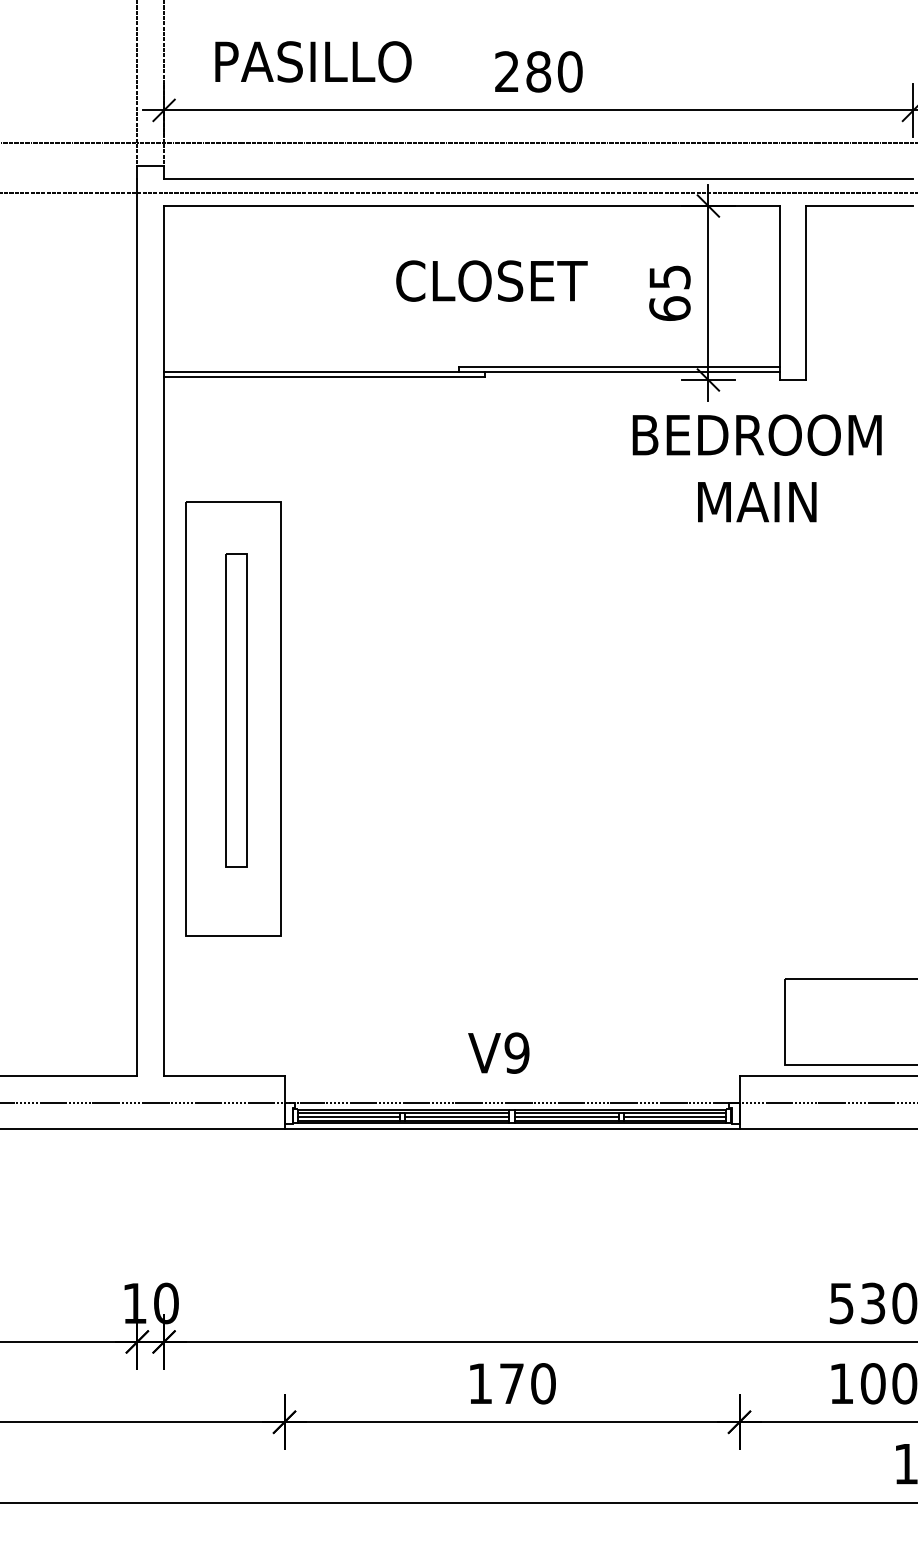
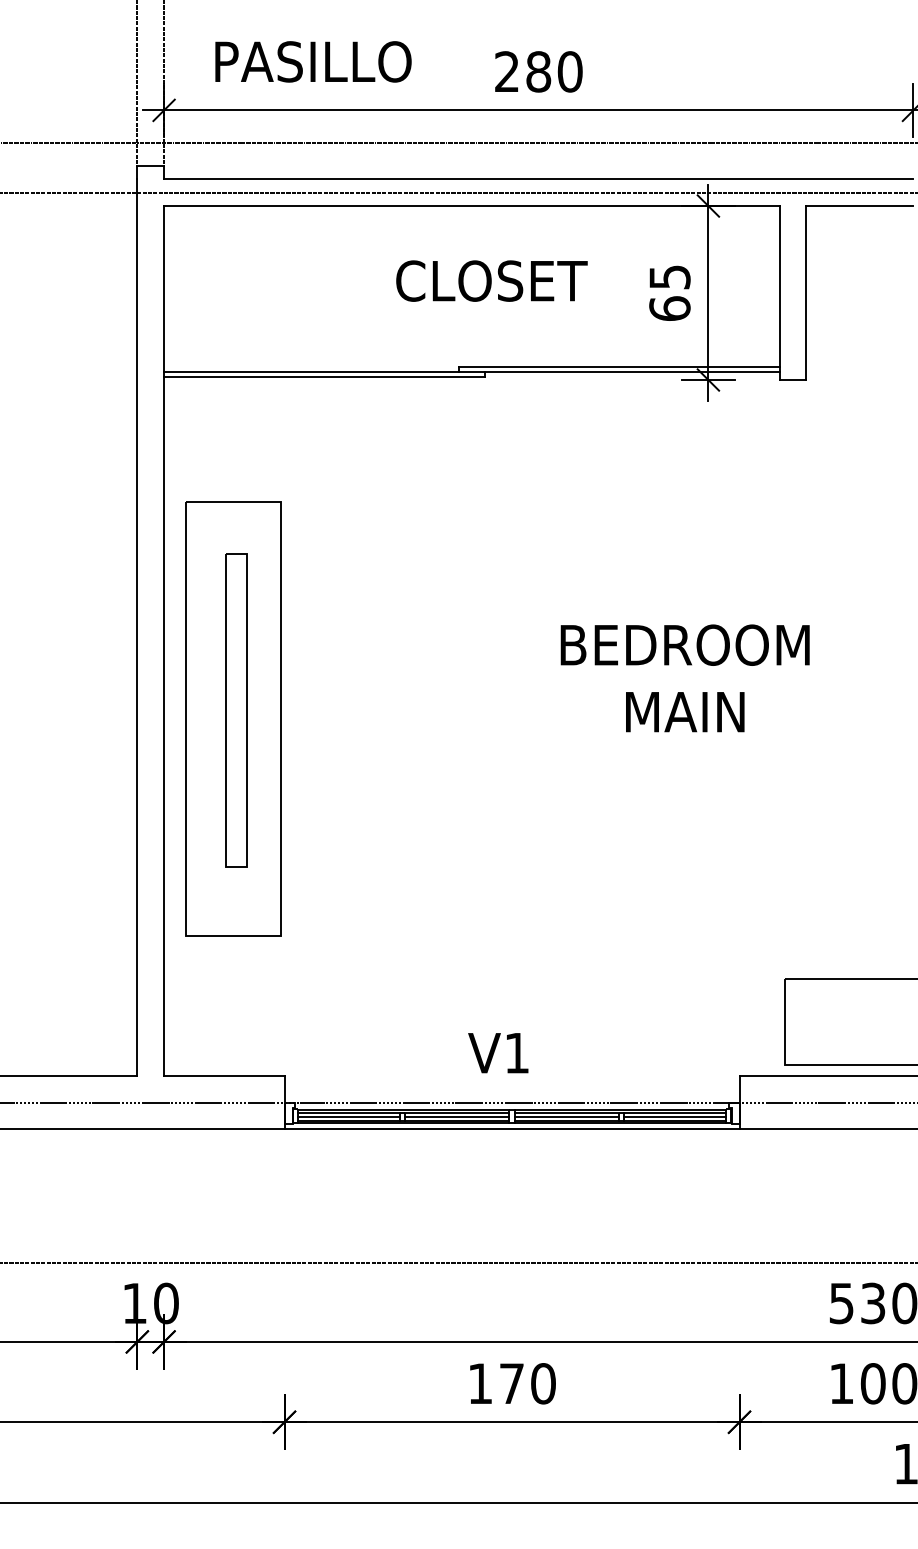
text at (756, 468) position: (756, 468) -> (684, 678)
text at (516, 1052): V9 -> V1
line at (458, 1263): none -> present
